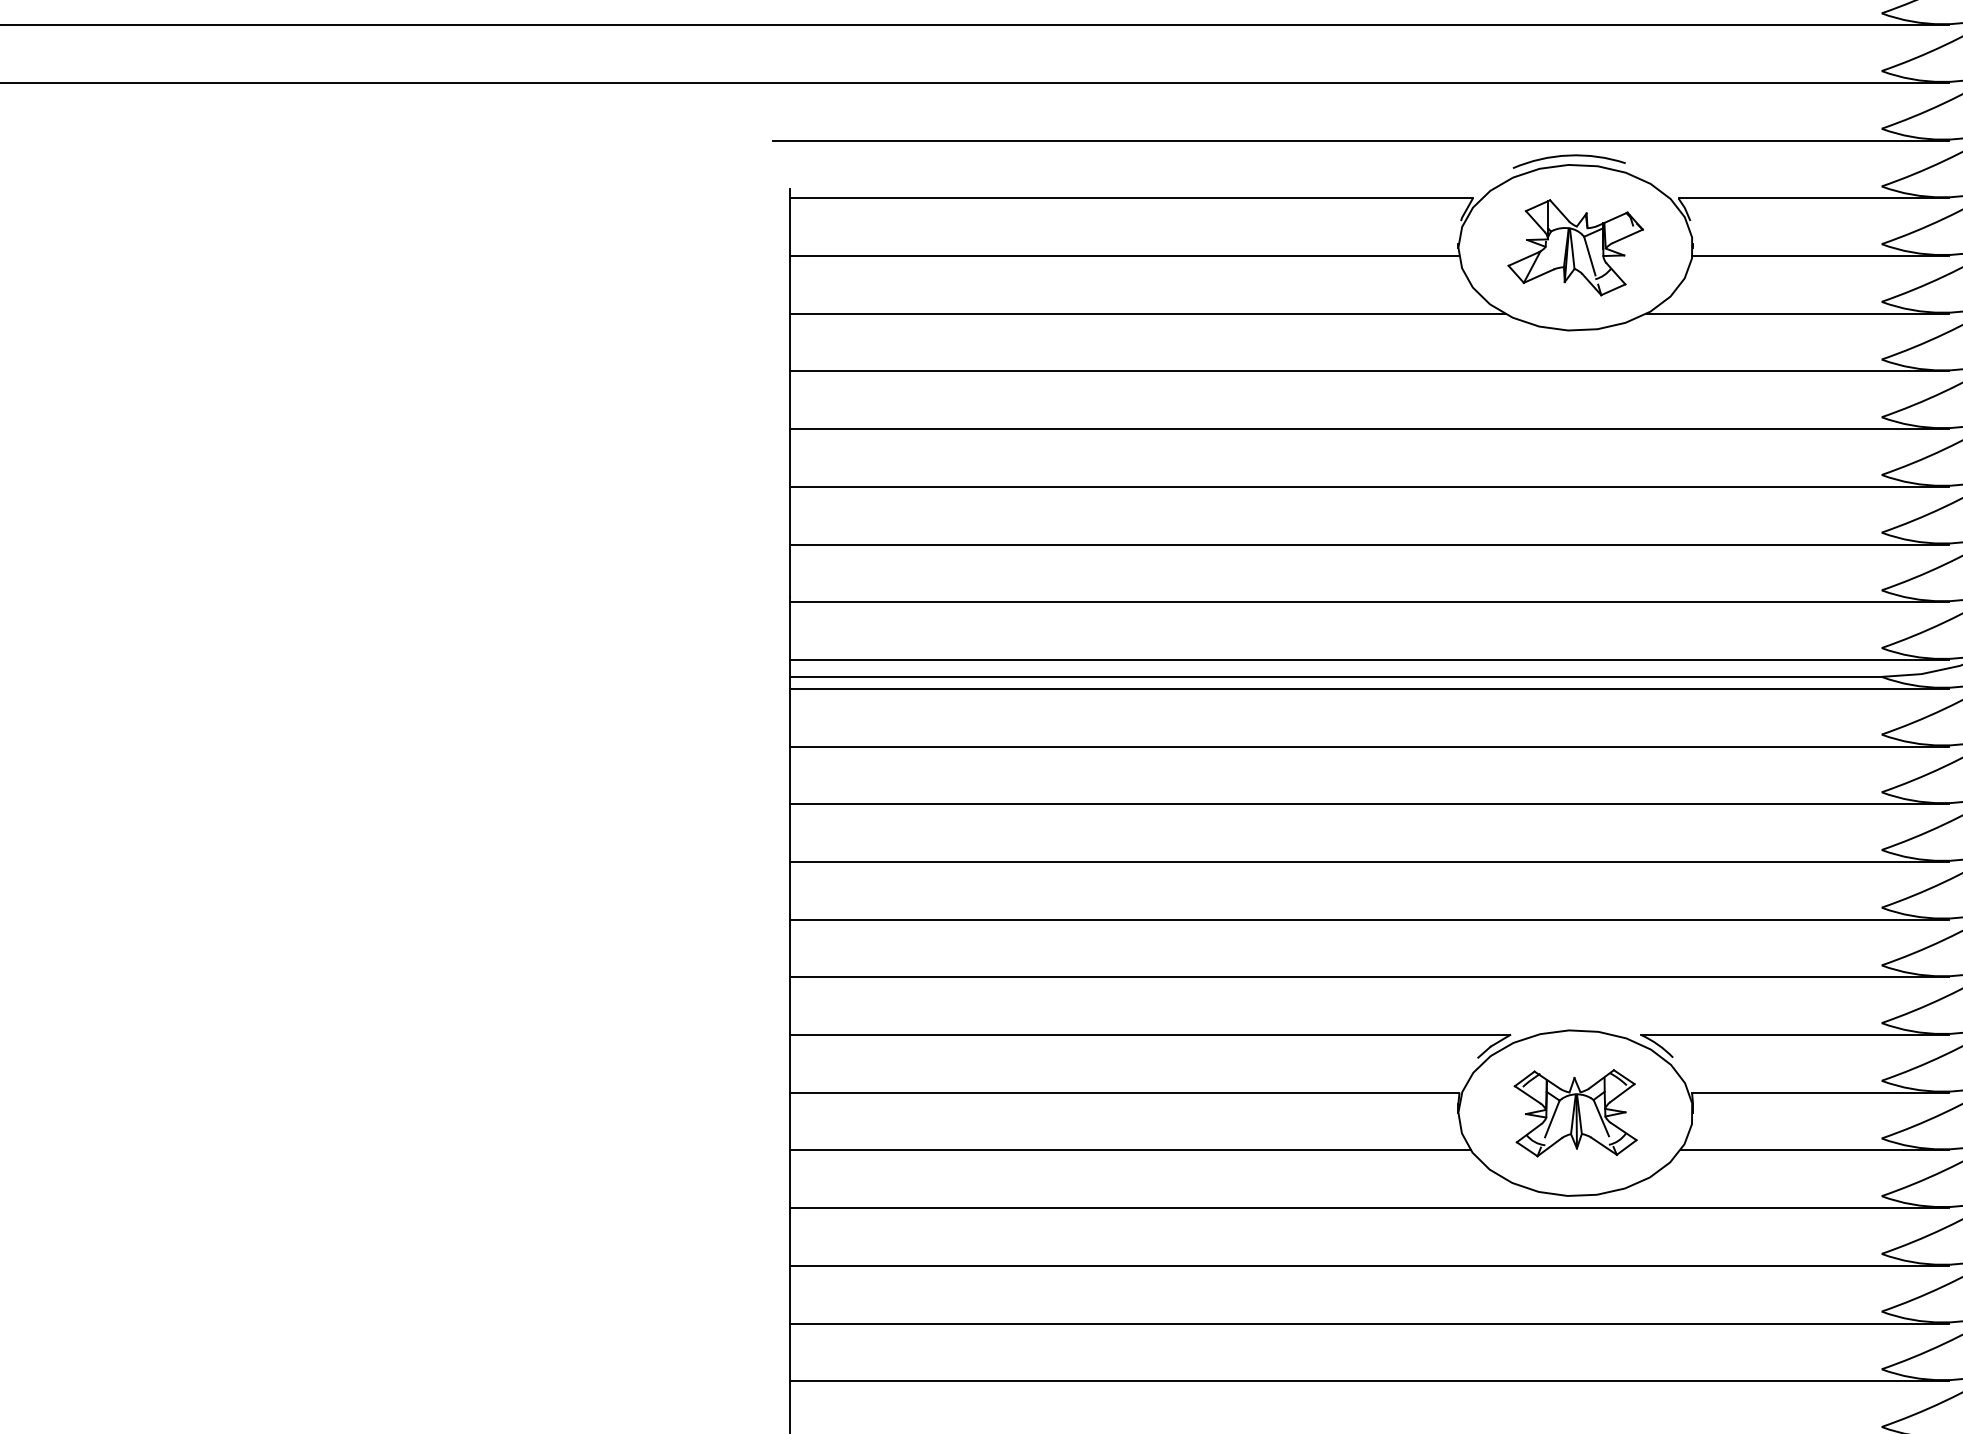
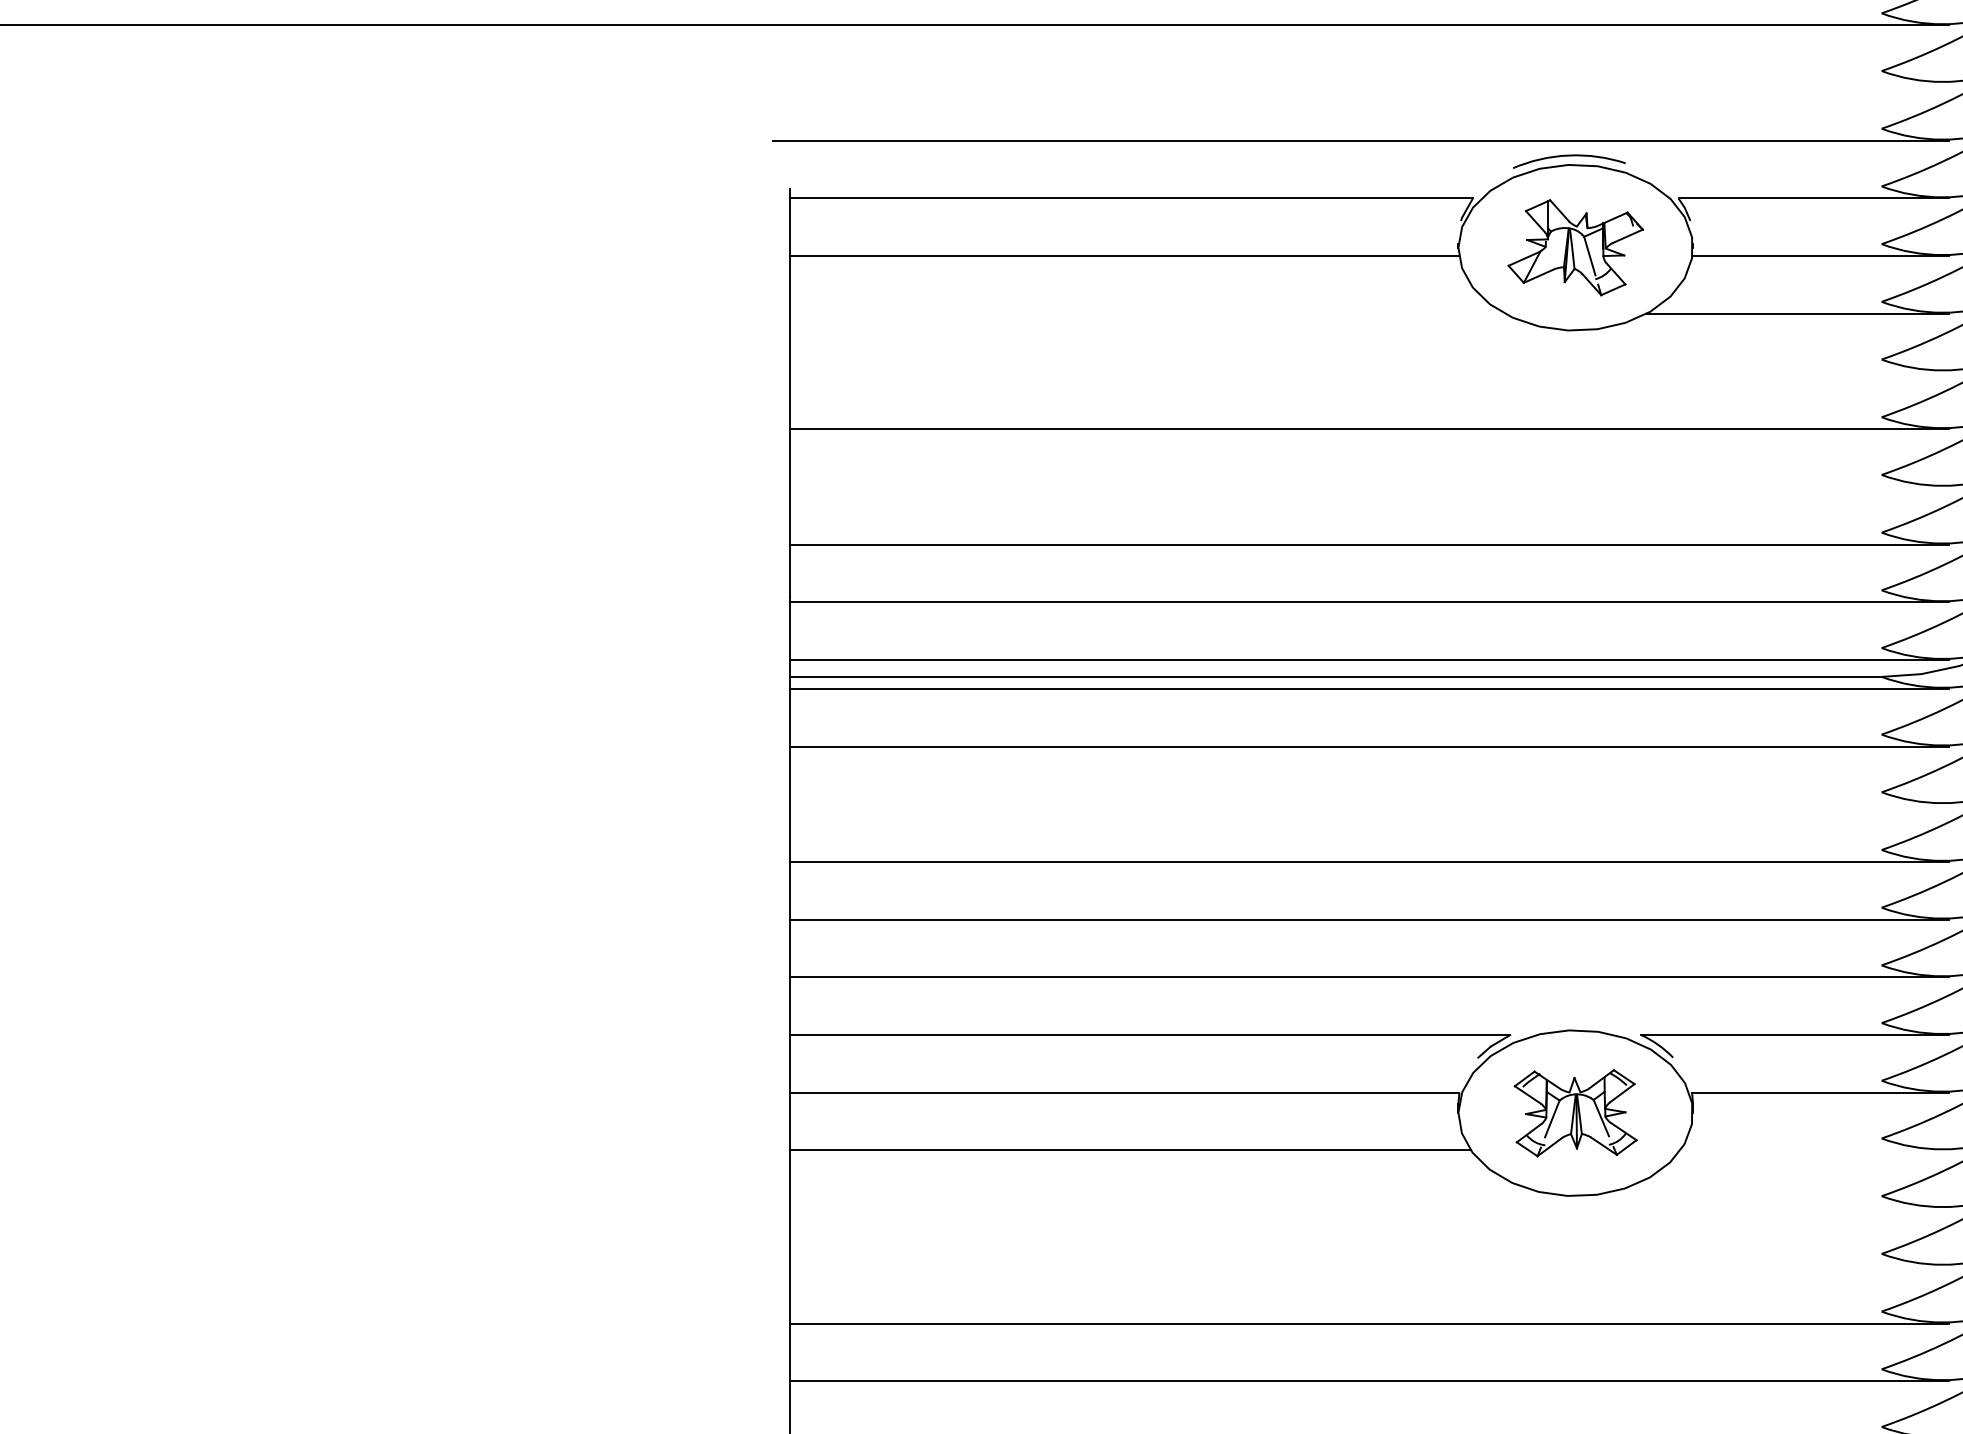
line at (975, 83): present -> none
line at (1147, 313): present -> none
line at (1369, 371): present -> none
line at (1369, 486): present -> none
line at (1369, 804): present -> none
line at (1814, 1150): present -> none
line at (1369, 1208): present -> none
line at (1369, 1265): present -> none
